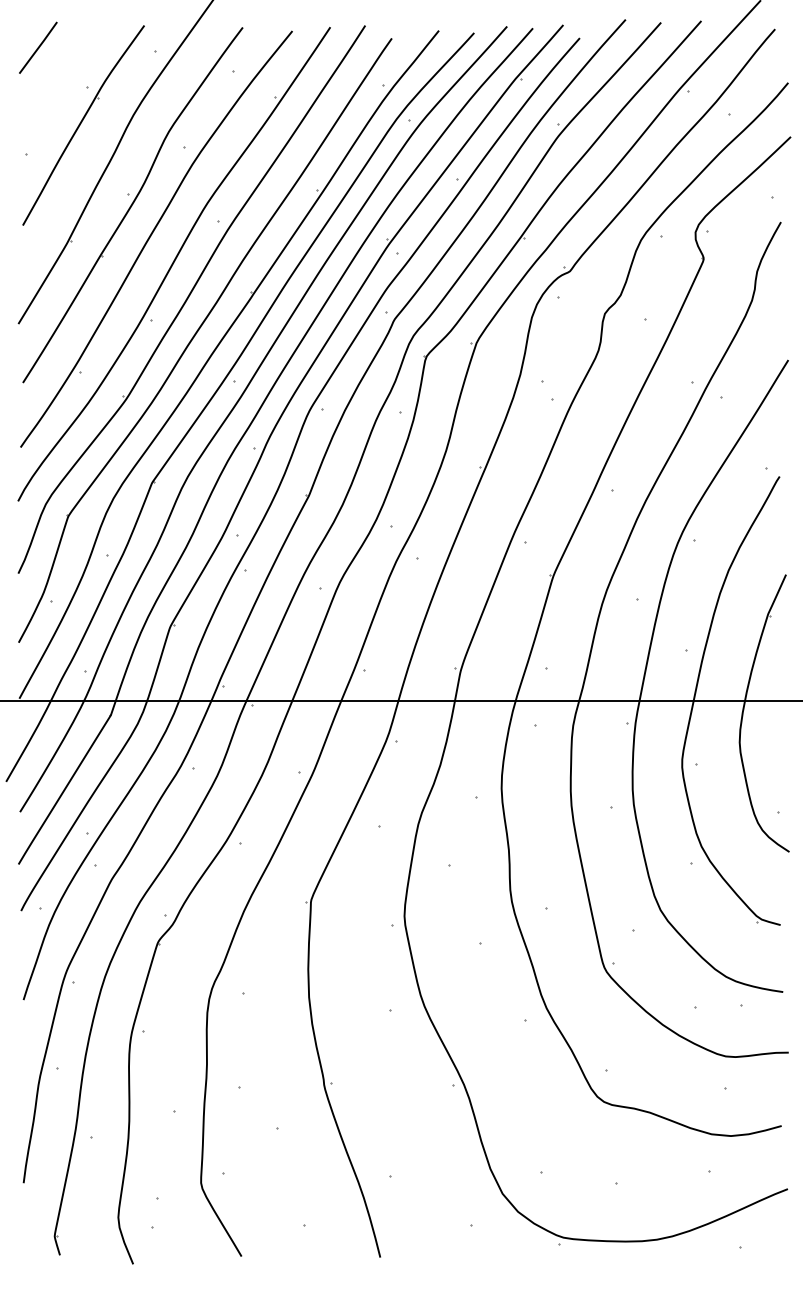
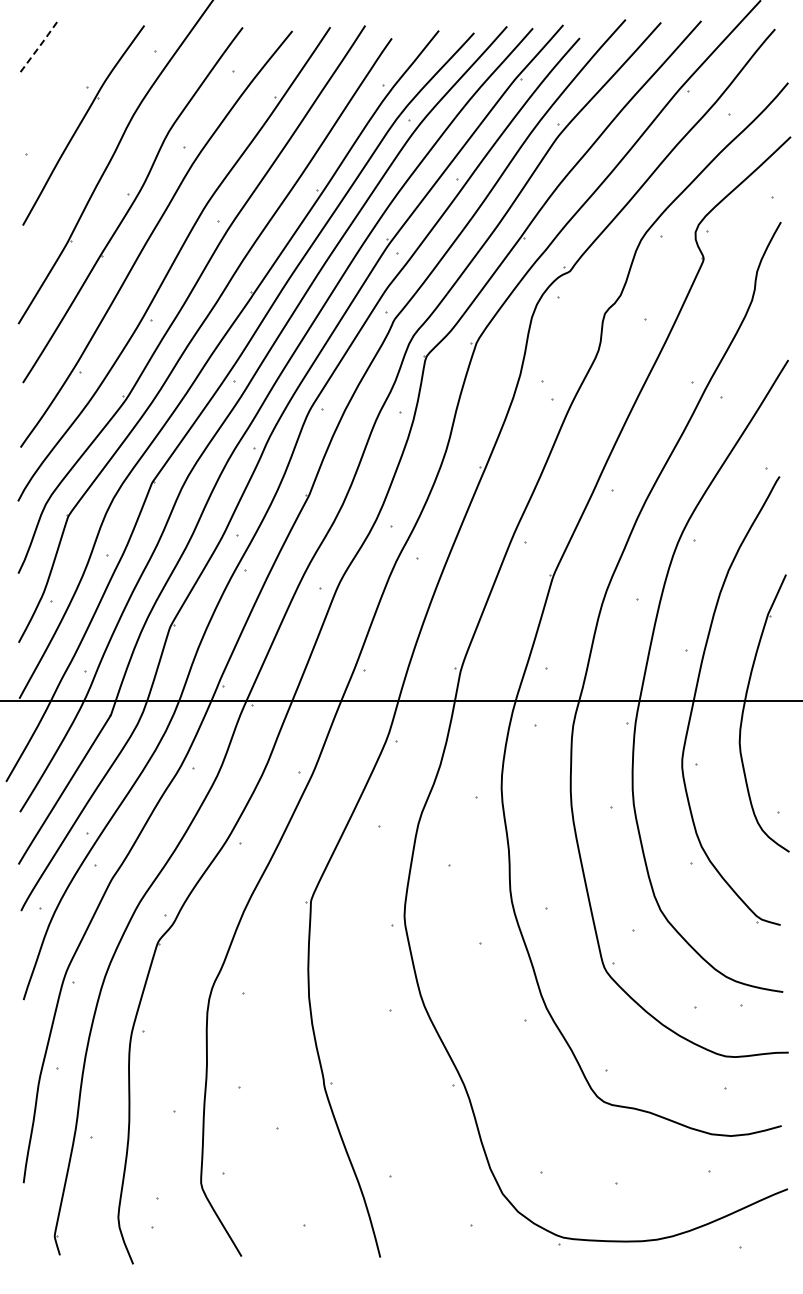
line at (38, 48): solid -> dashed
